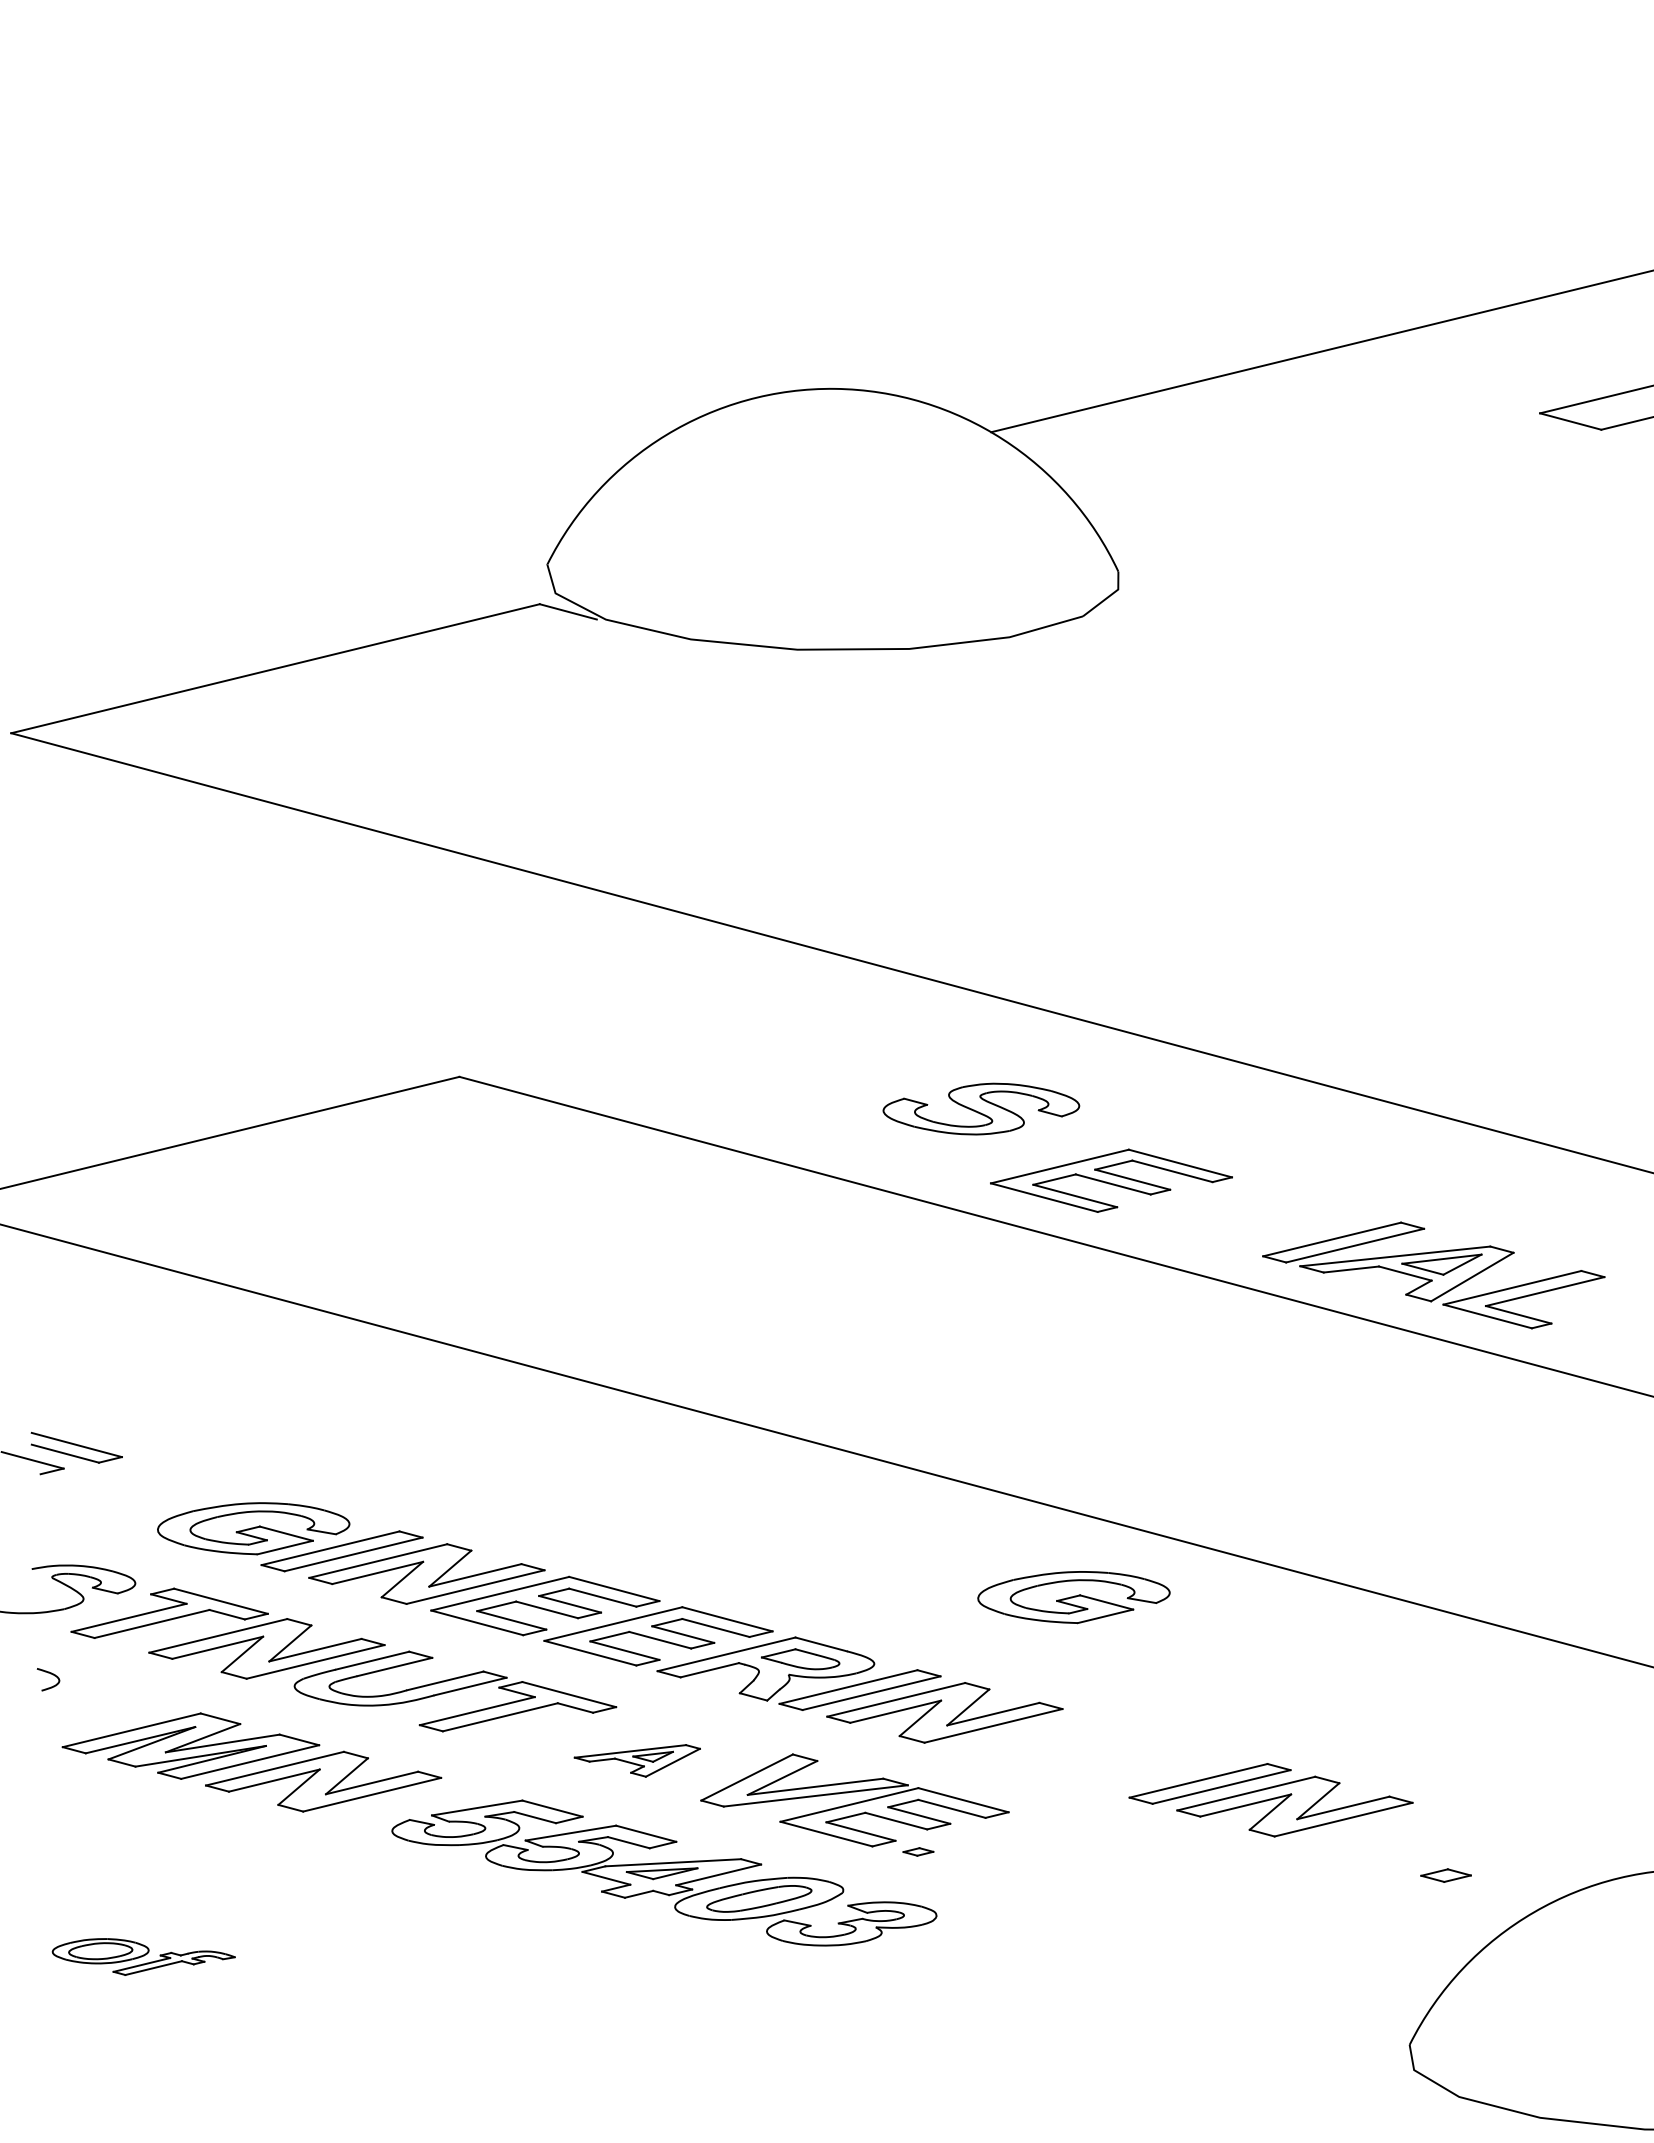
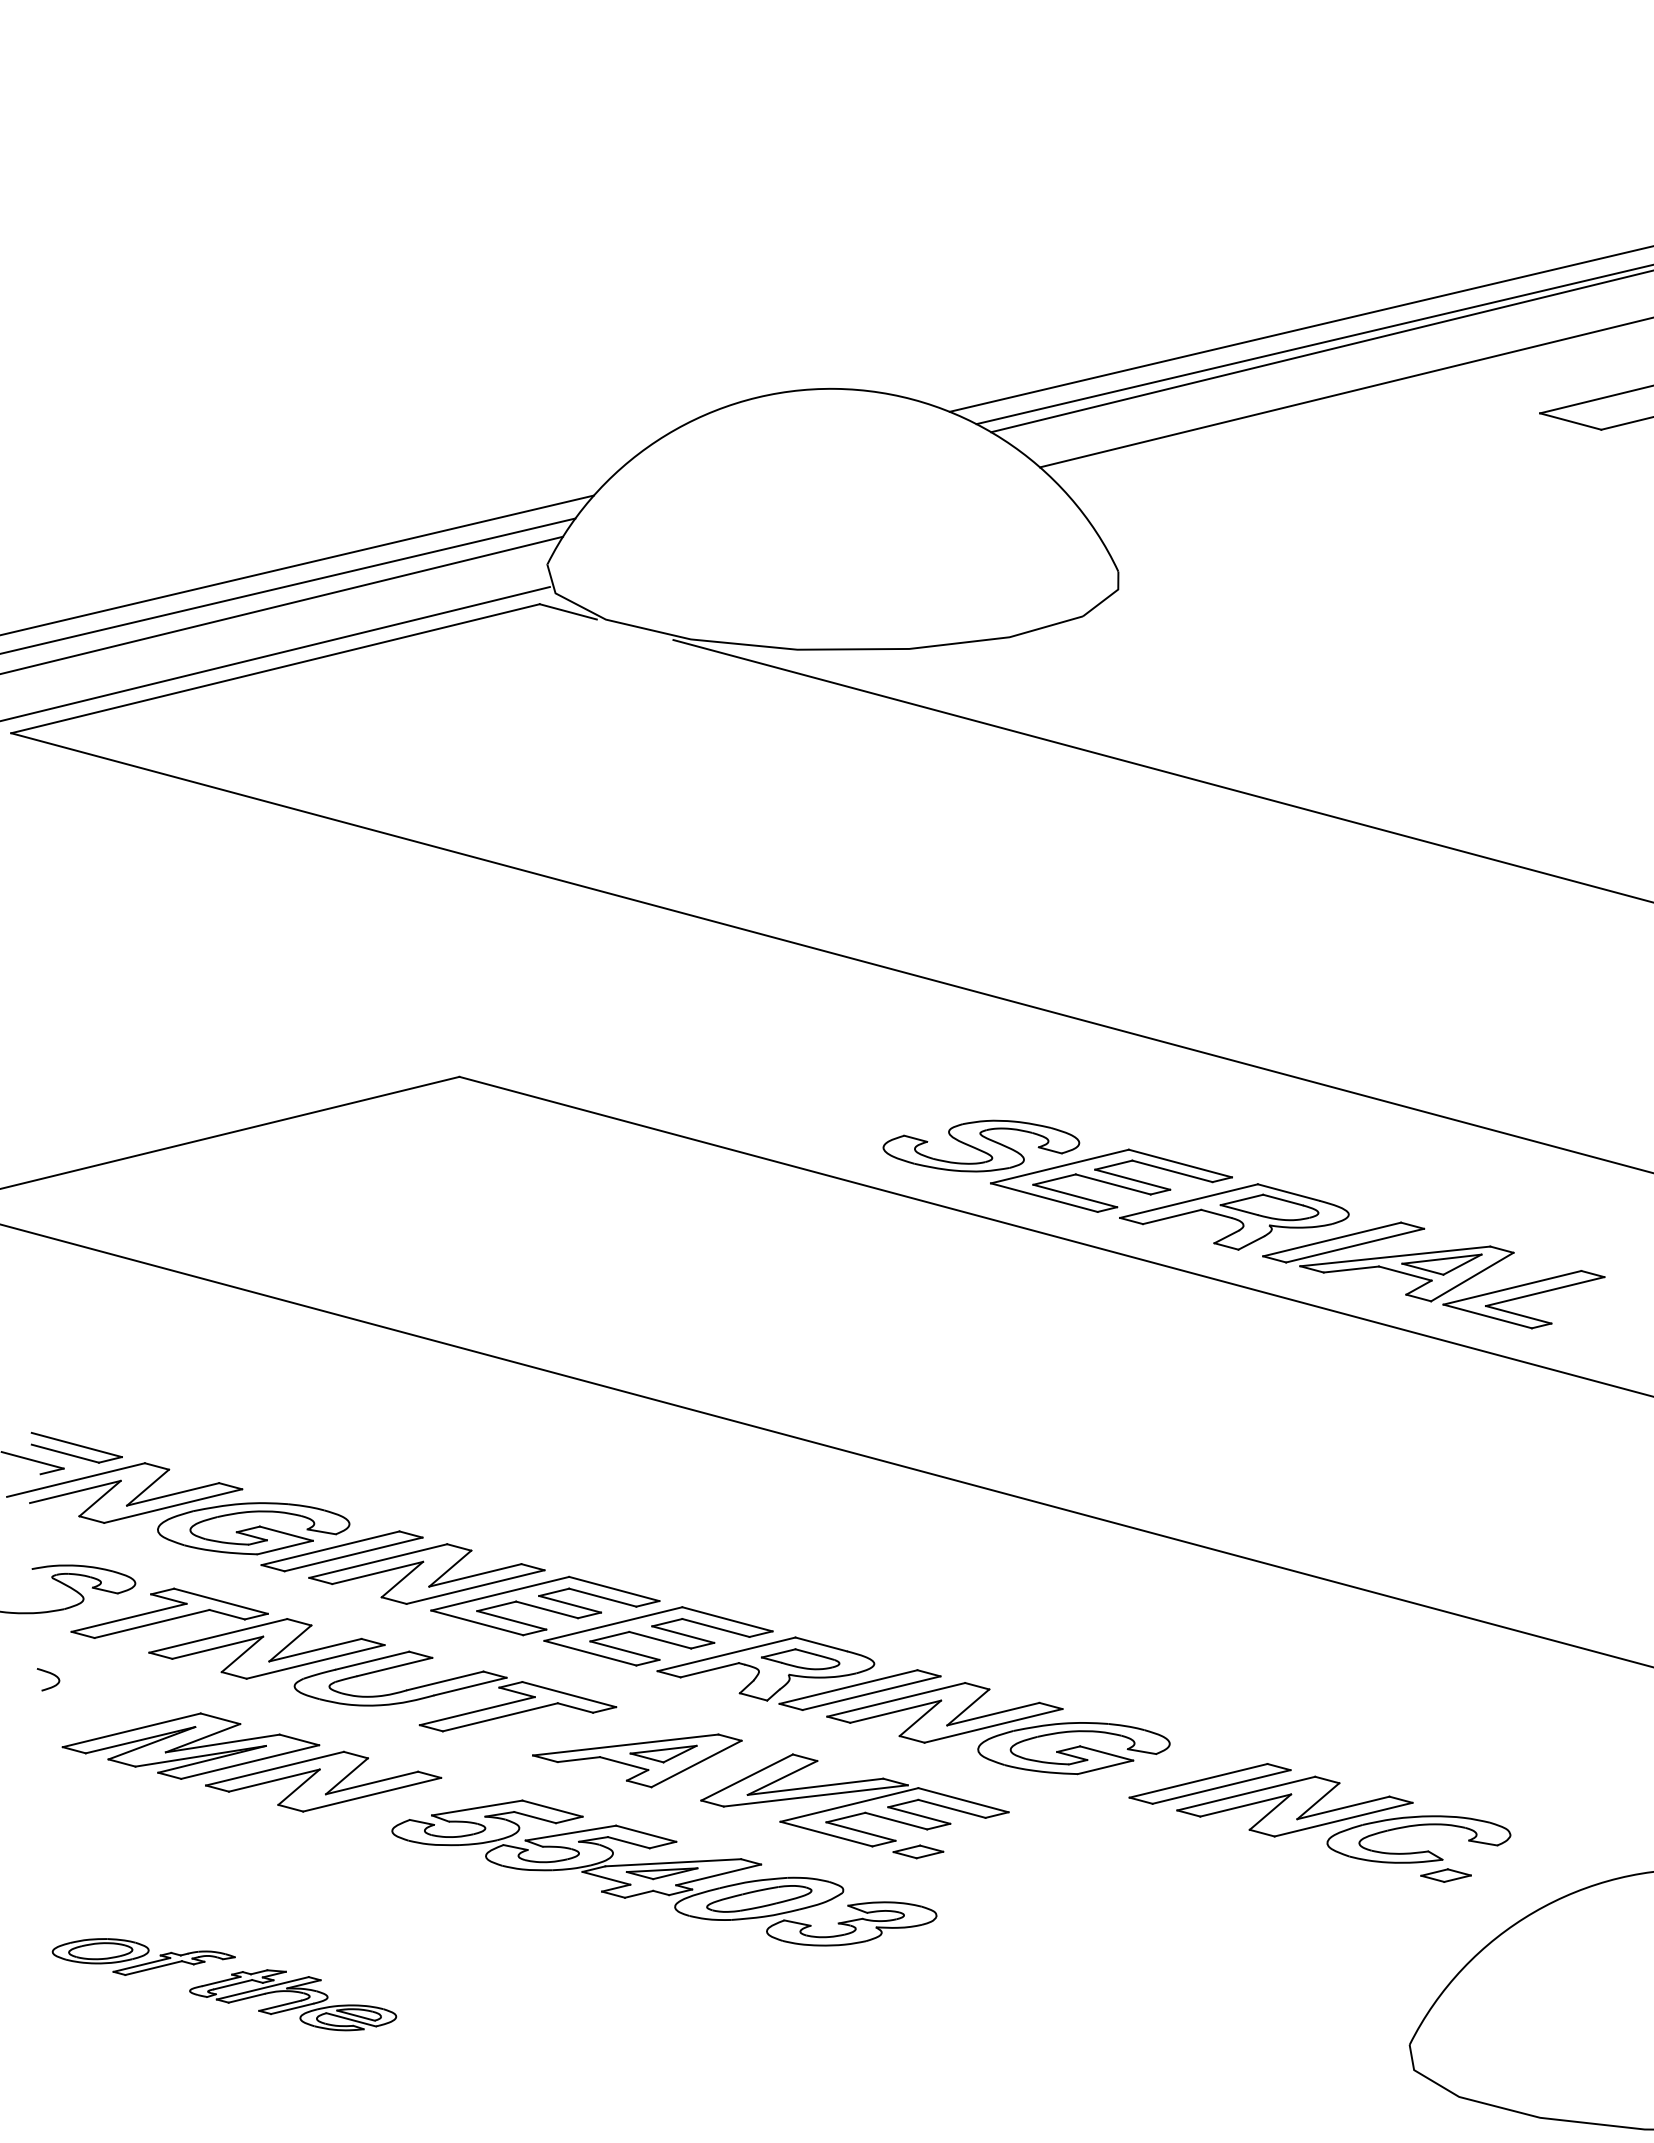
line at (1299, 328): none -> present
line at (1313, 344): none -> present
line at (1345, 392): none -> present
line at (297, 564): none -> present
line at (288, 585): none -> present
line at (282, 604): none -> present
line at (275, 653): none -> present
line at (1161, 770): none -> present
part at (981, 1108) position: (981, 1108) -> (981, 1145)
part at (1234, 1216): none -> present
part at (118, 1484): none -> present
part at (1073, 1597) position: (1073, 1597) -> (1073, 1748)
part at (636, 1760) size: 128x34 px -> 211x56 px
part at (918, 1851) size: 33x10 px -> 53x16 px
part at (1418, 1851): none -> present
part at (293, 2000): none -> present
